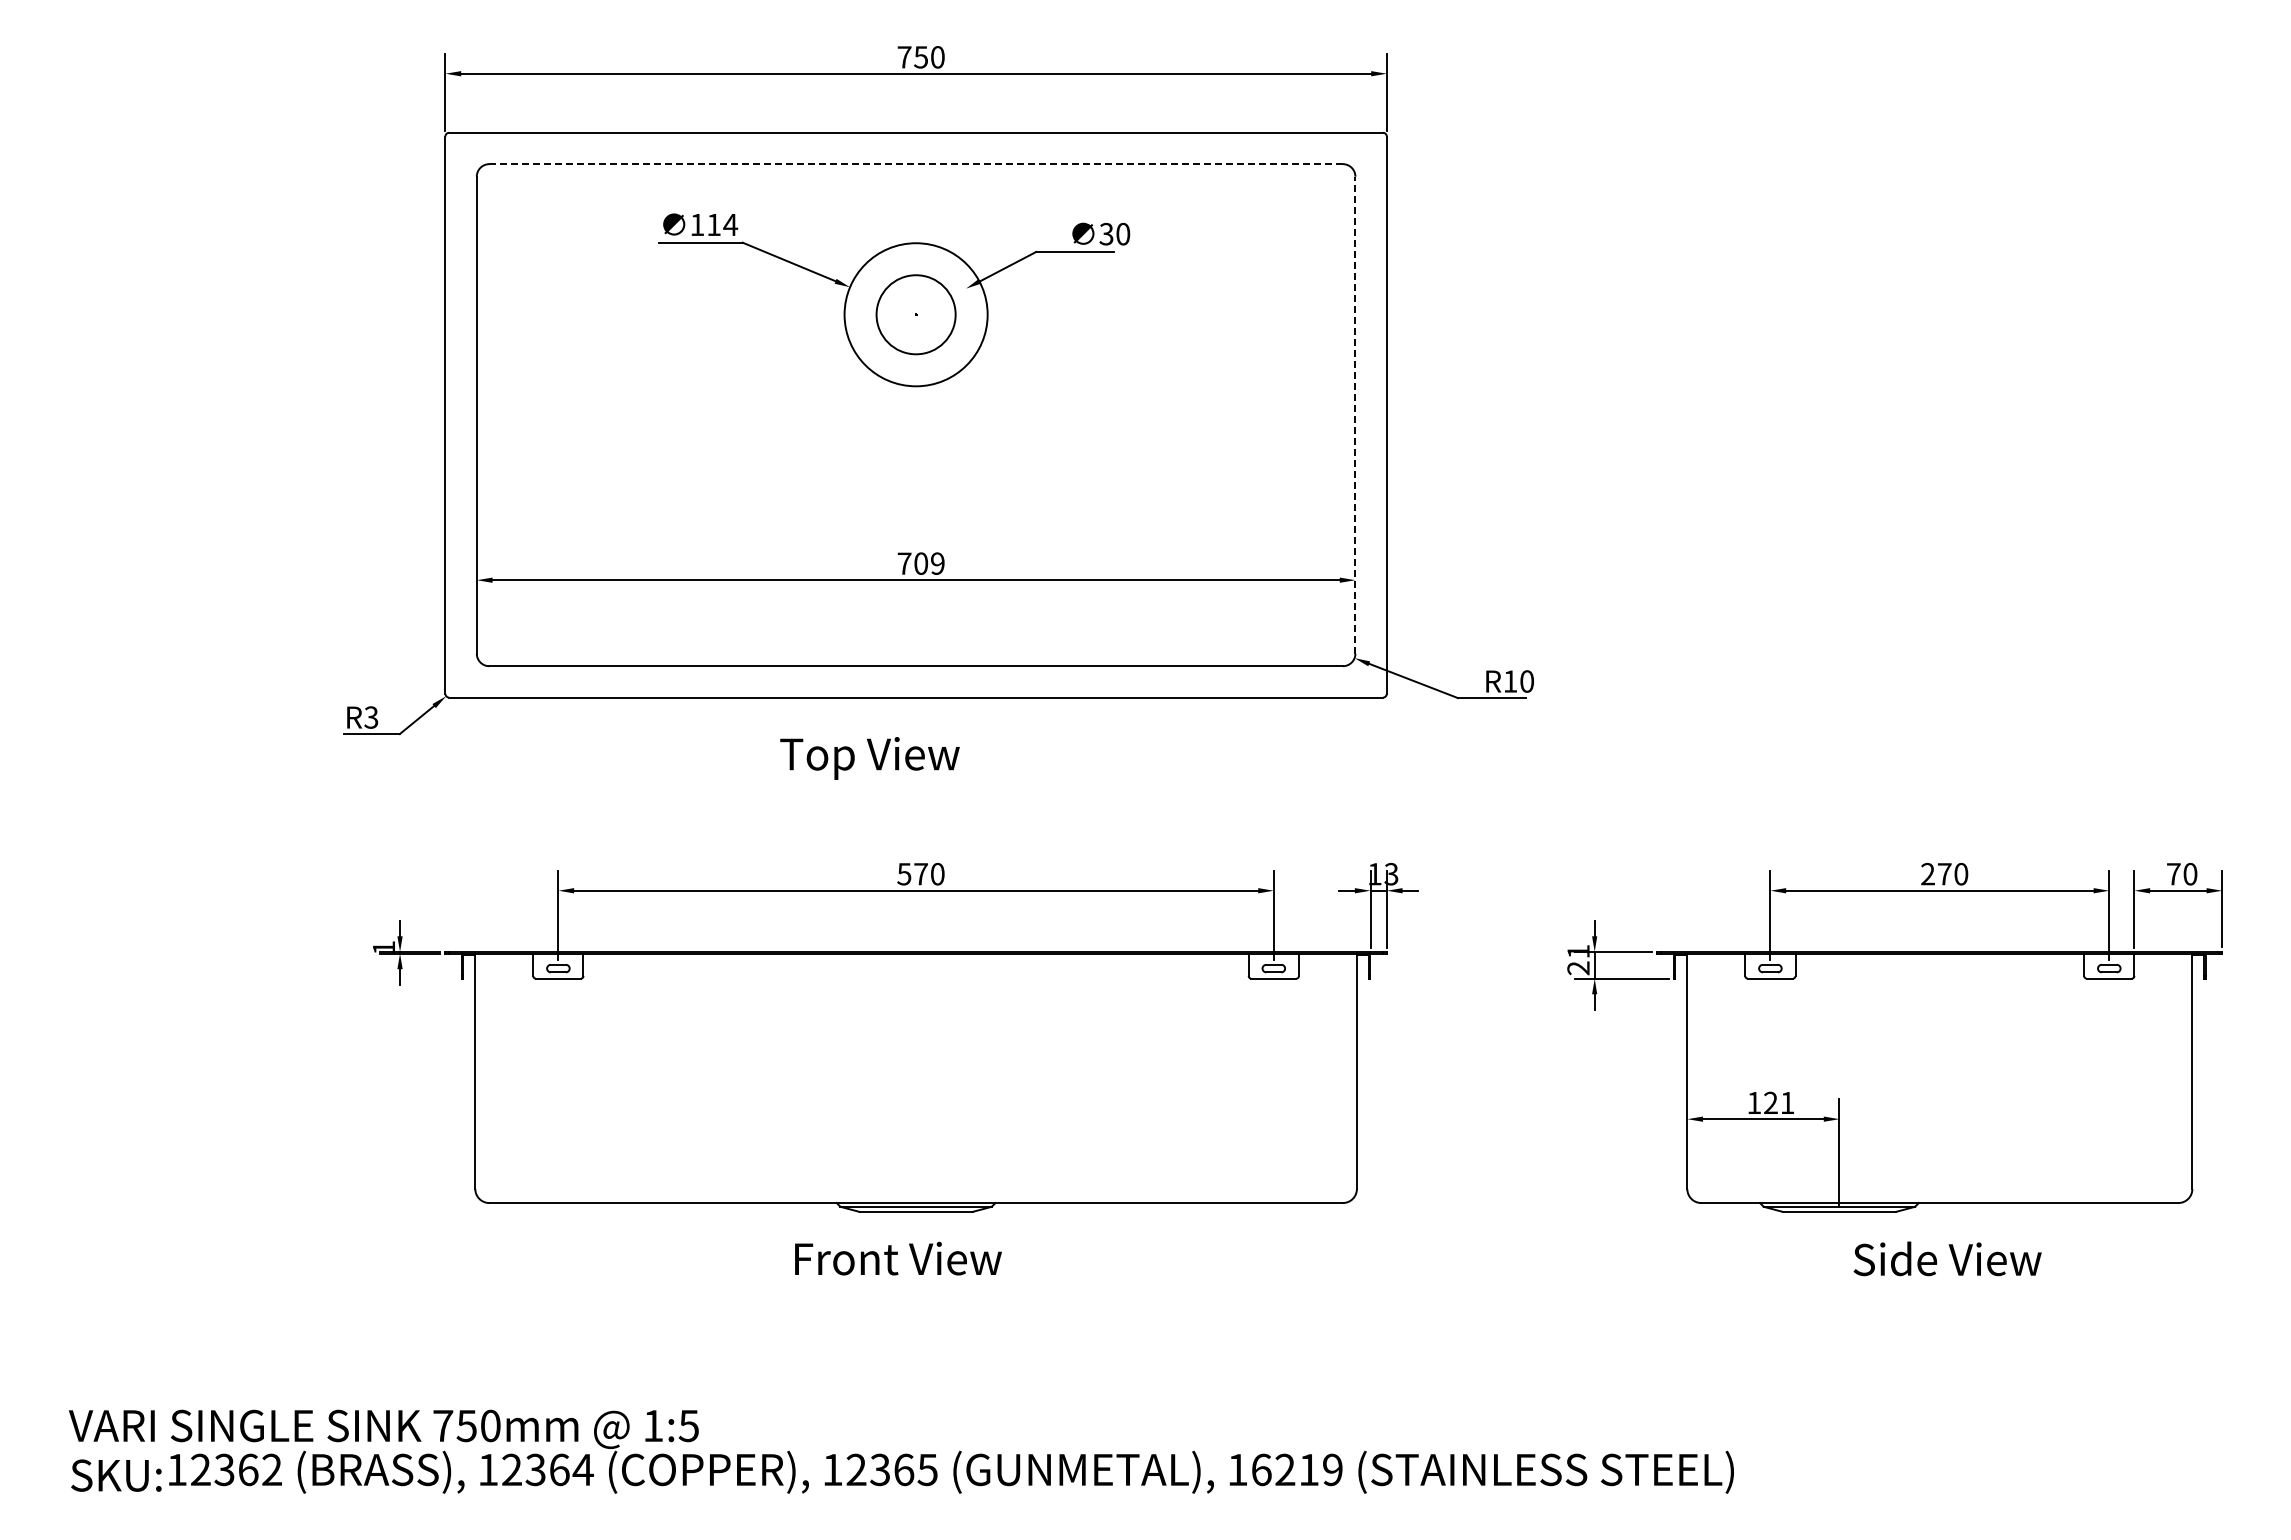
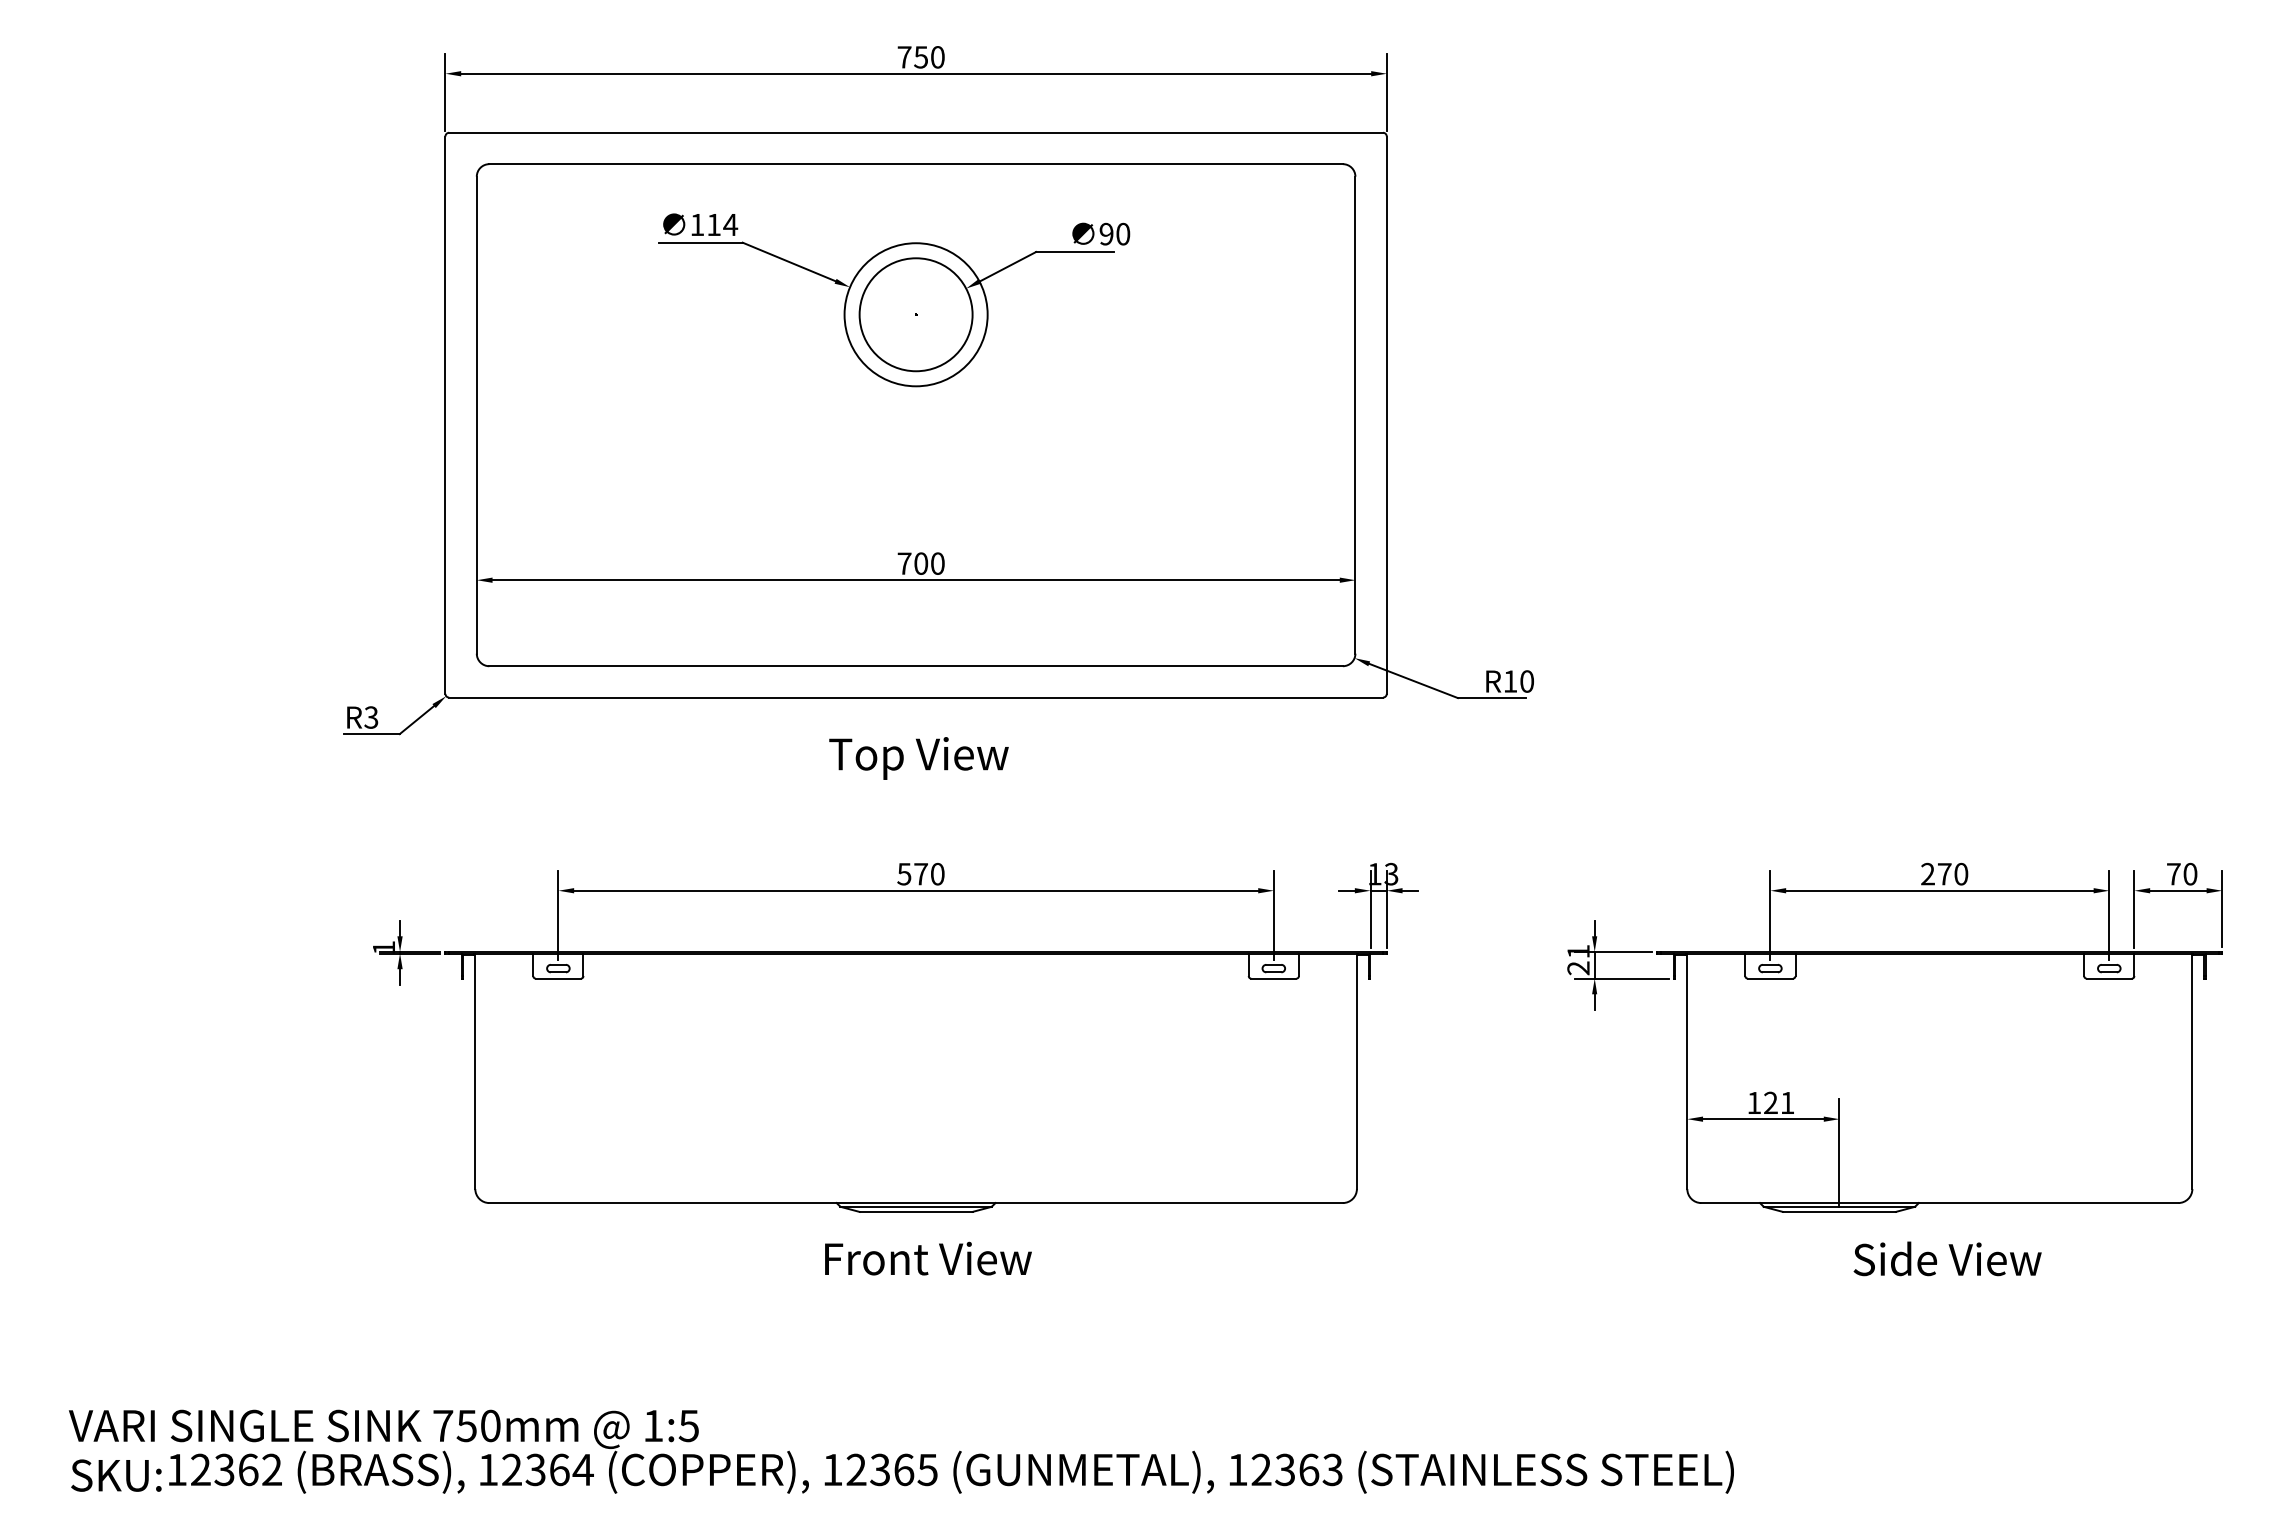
line at (916, 164): dashed -> solid
text at (1106, 234): 30 -> 90
circle at (915, 314) diameter: 79 px -> 113 px
line at (1355, 414): dashed -> solid
text at (937, 563): 709 -> 700
text at (869, 758) position: (869, 758) -> (918, 758)
text at (898, 1258) position: (898, 1258) -> (928, 1258)
text at (1296, 1469): 16219 -> 12363
